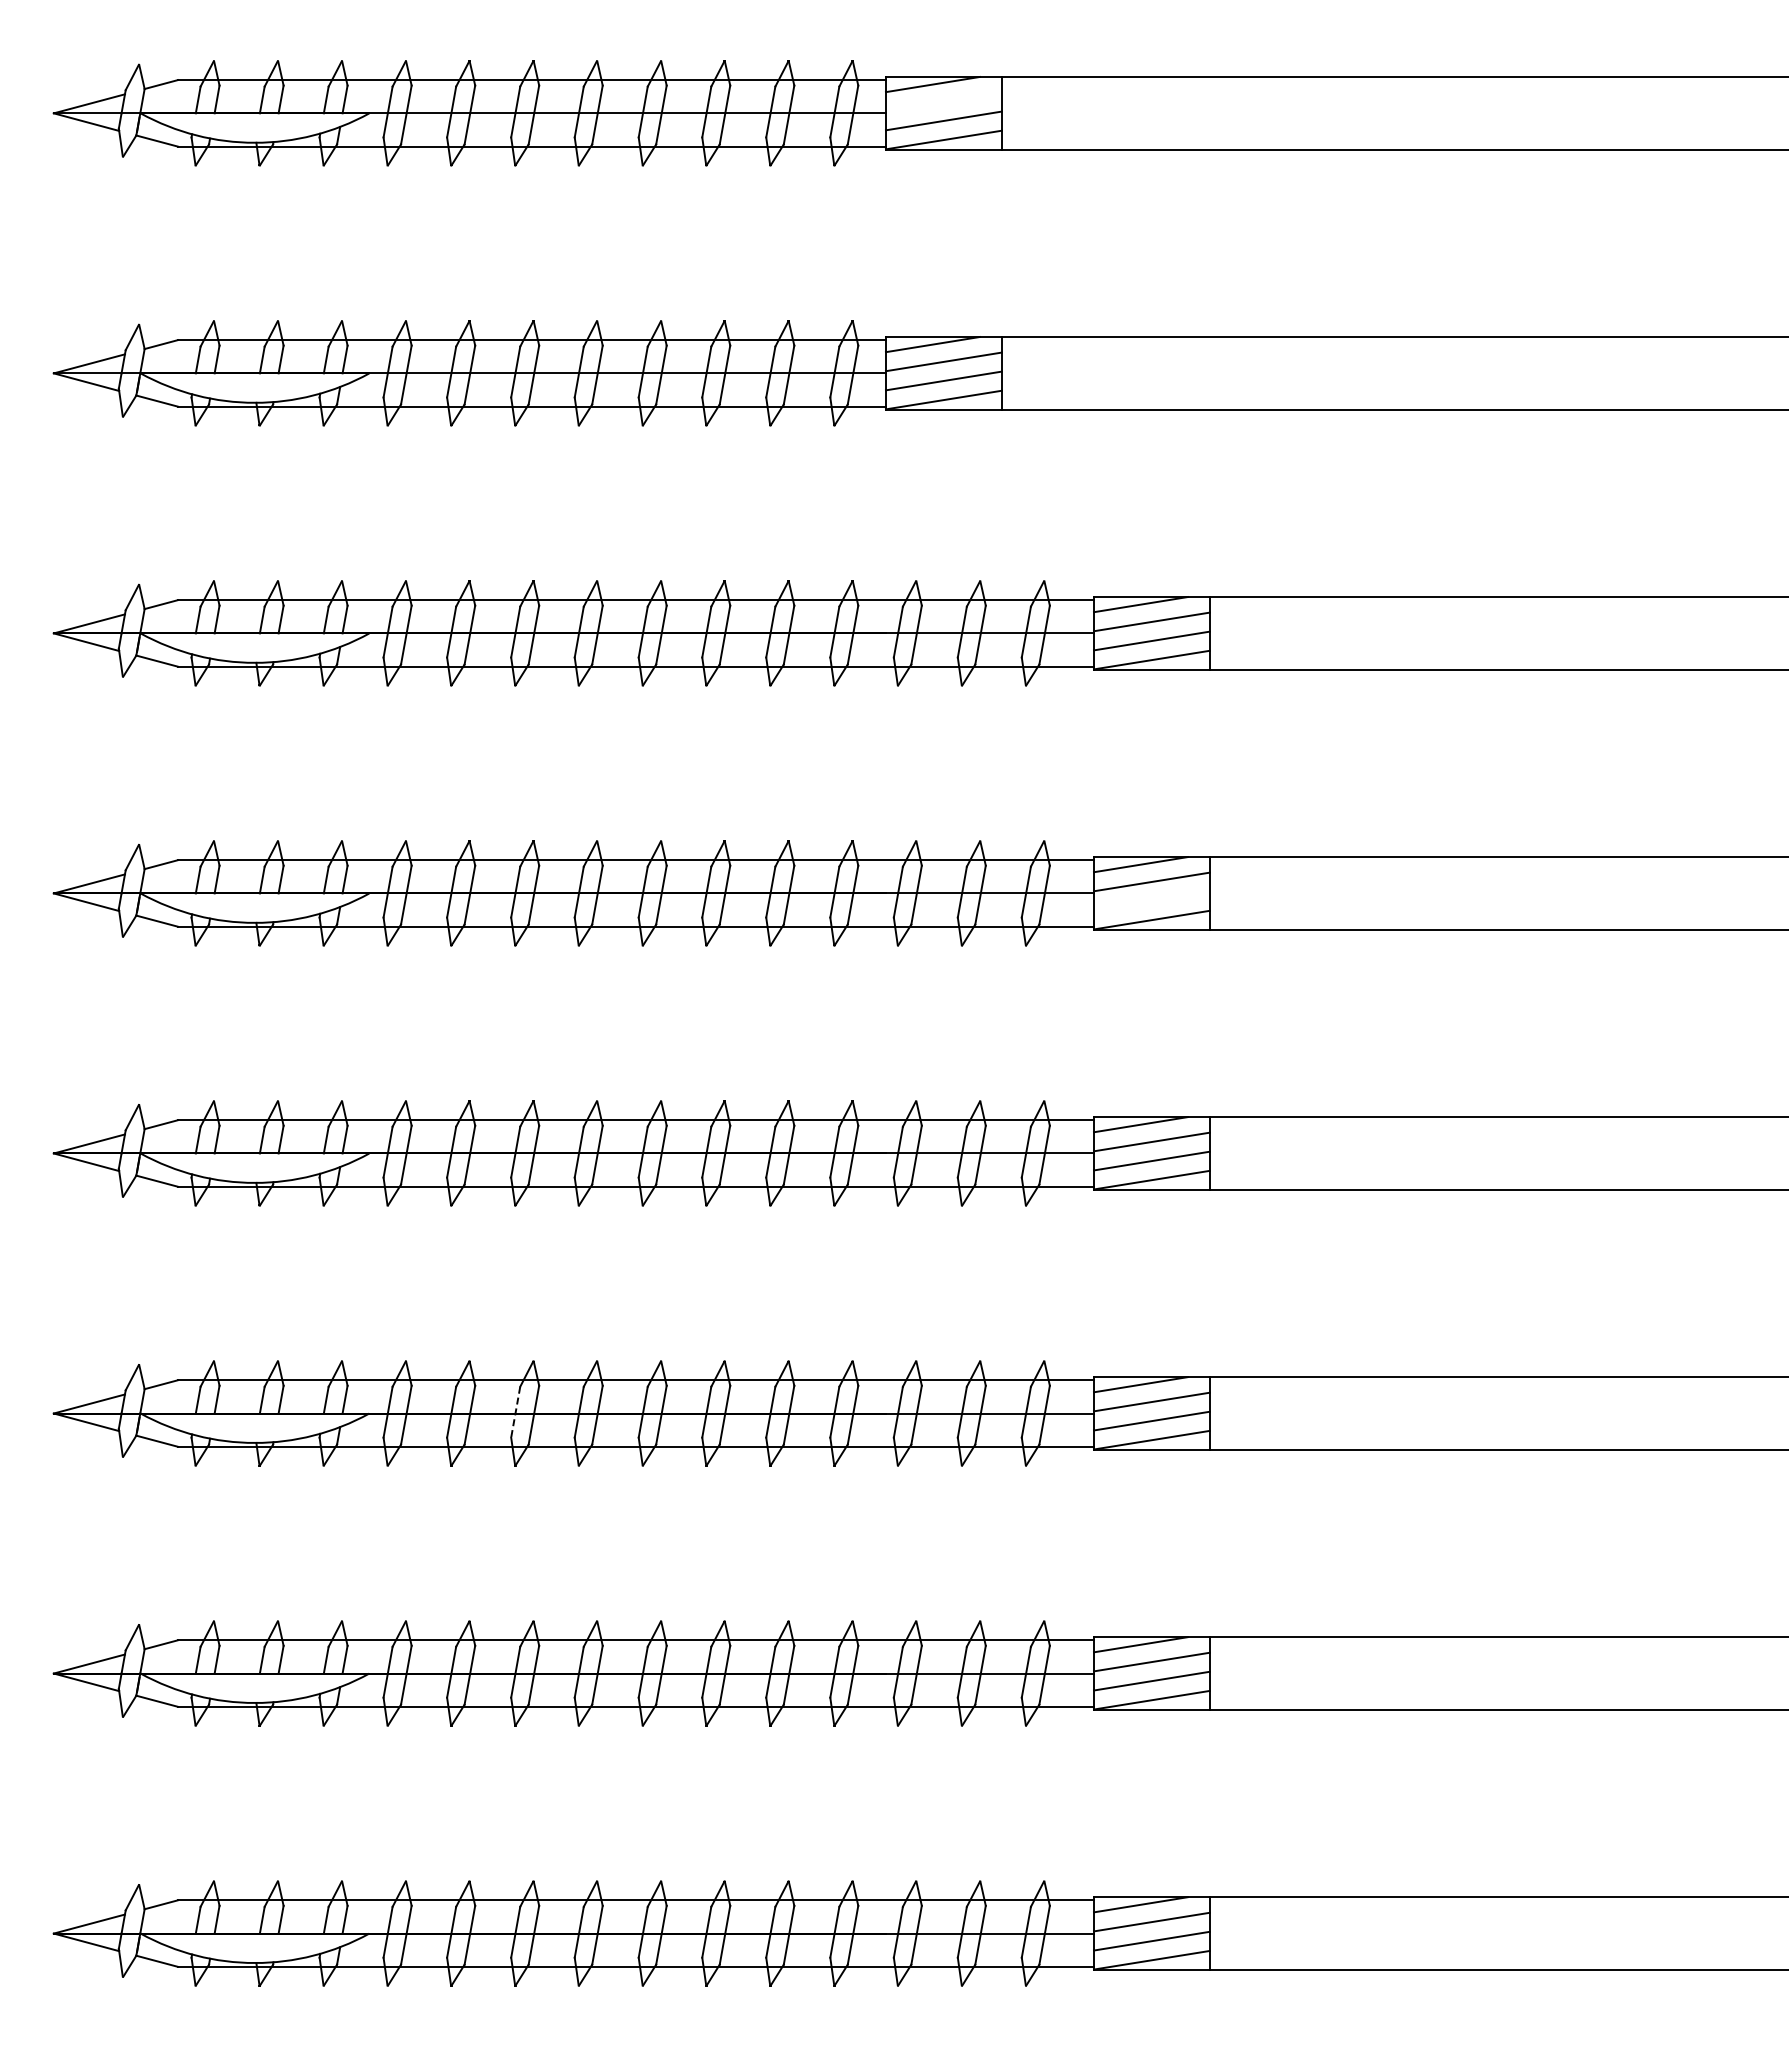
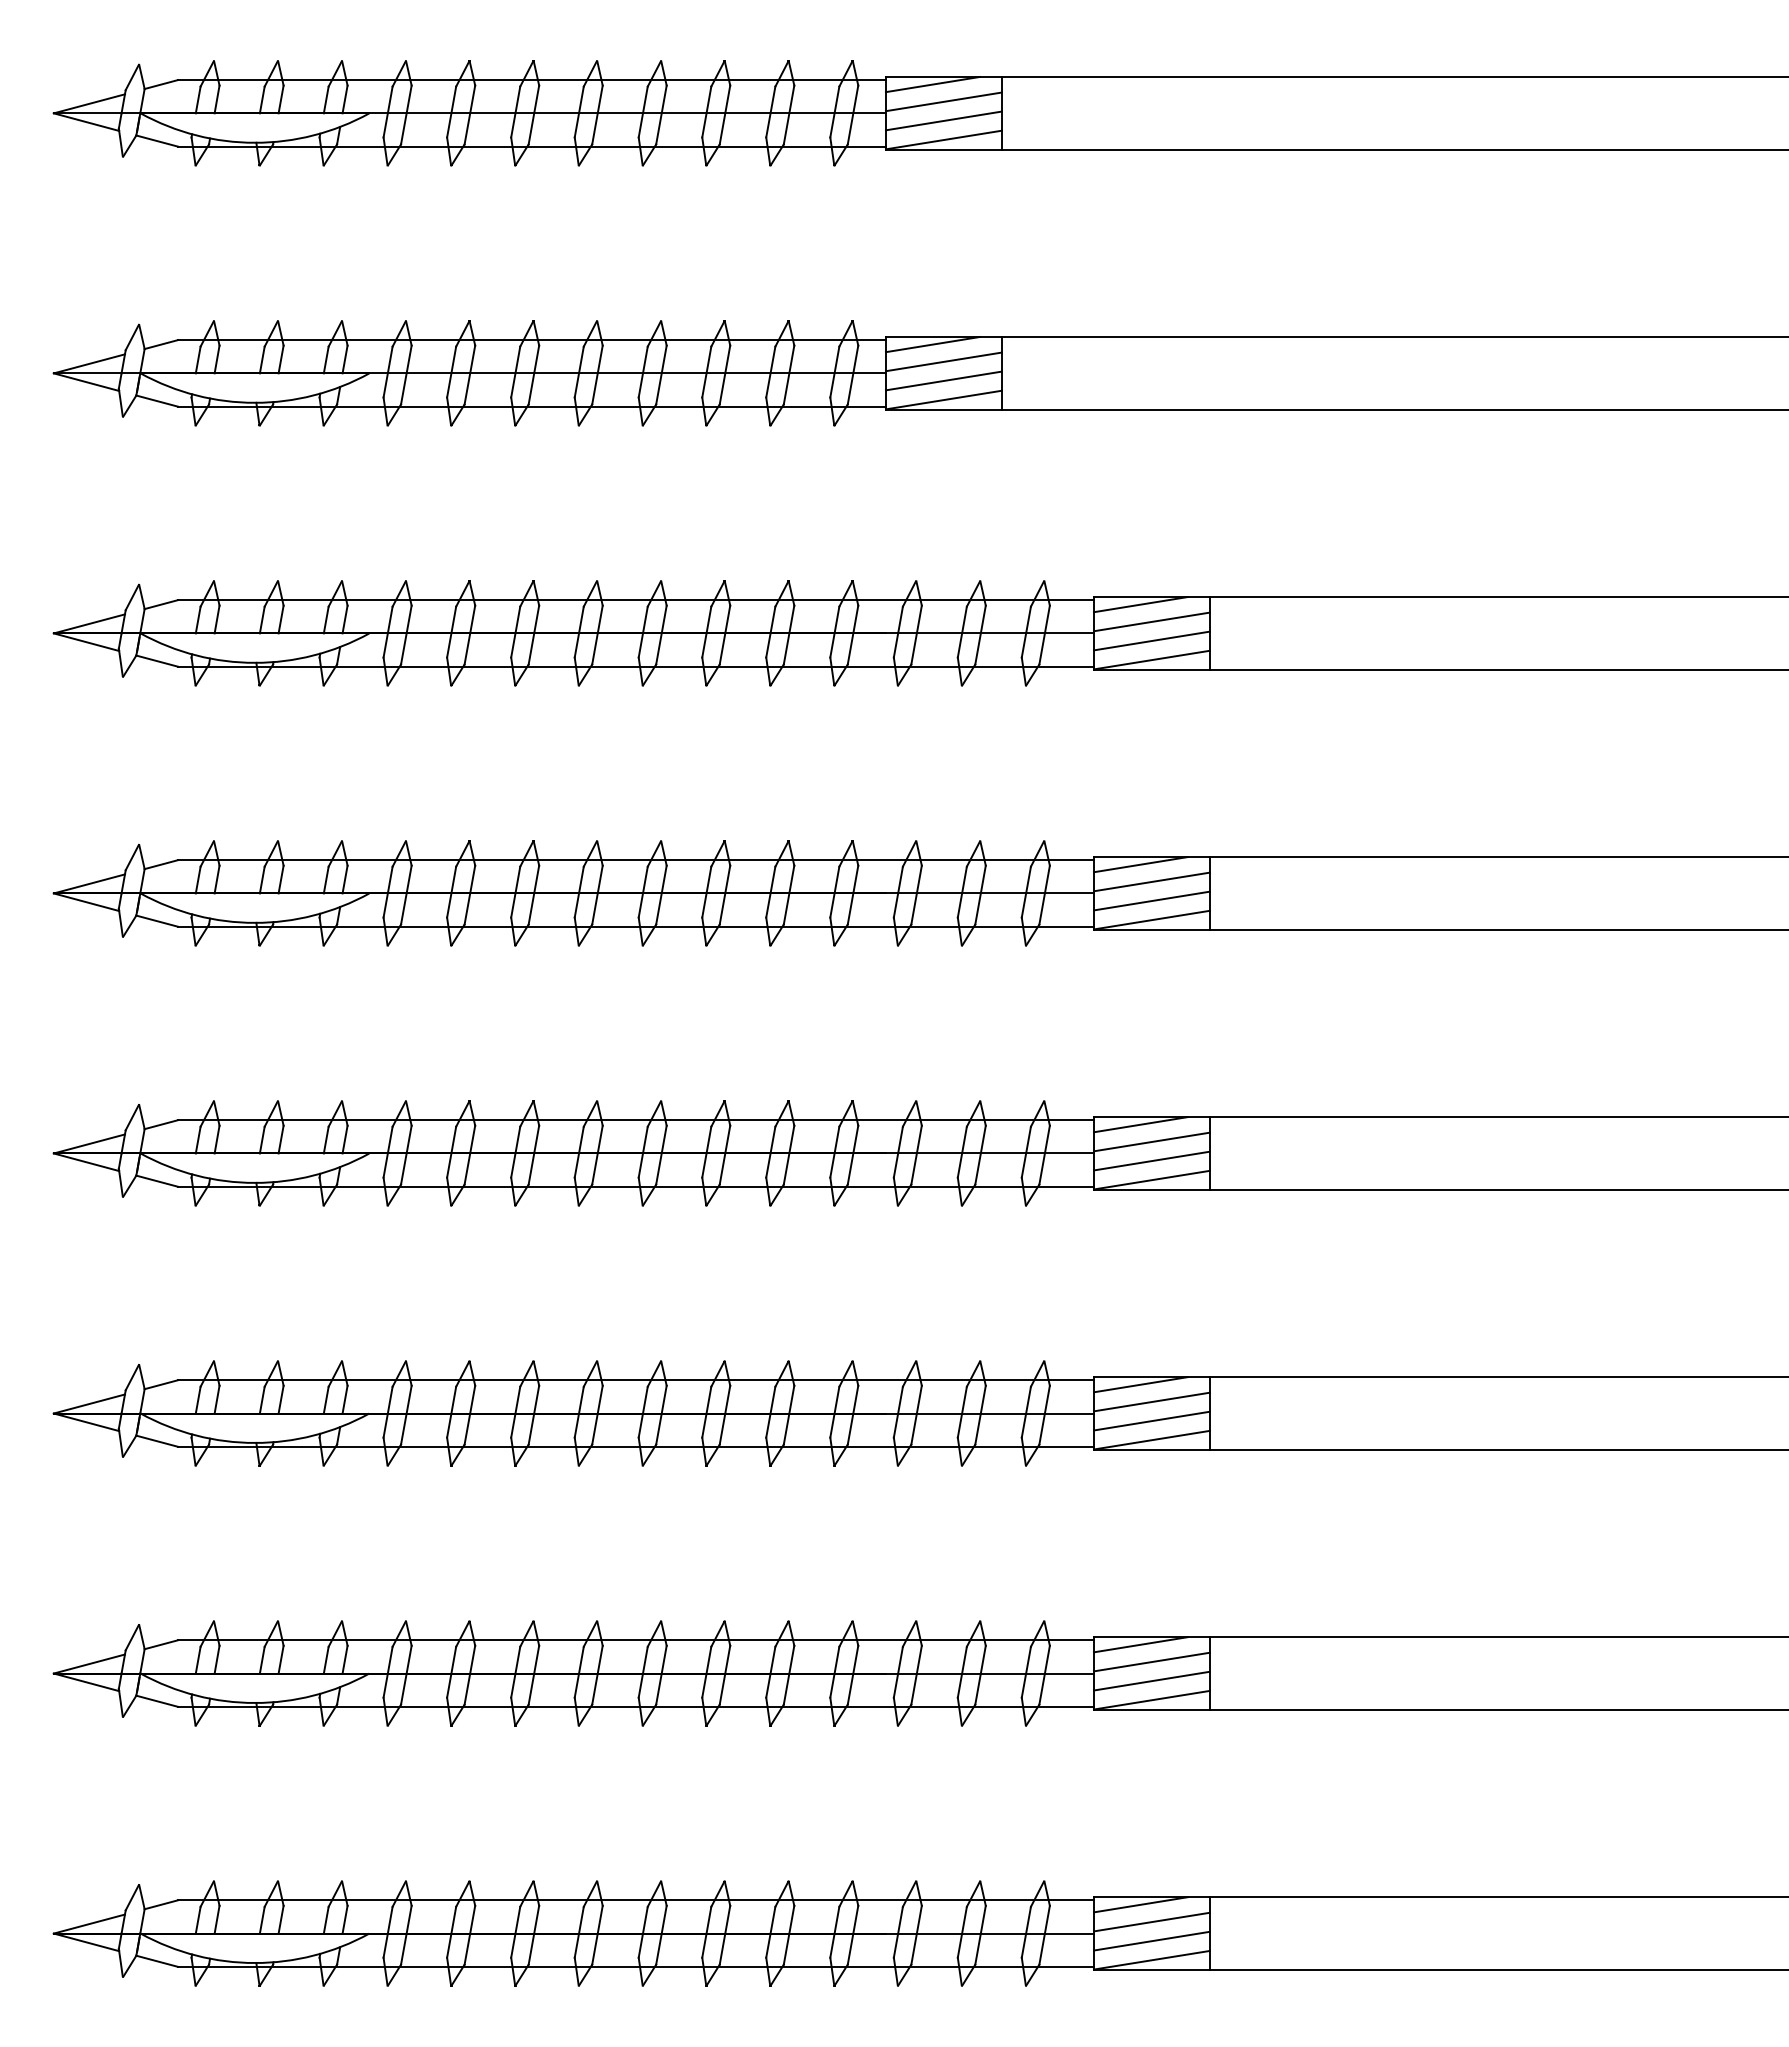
line at (943, 101): none -> present
line at (1151, 900): none -> present
line at (515, 1412): dashed -> solid
